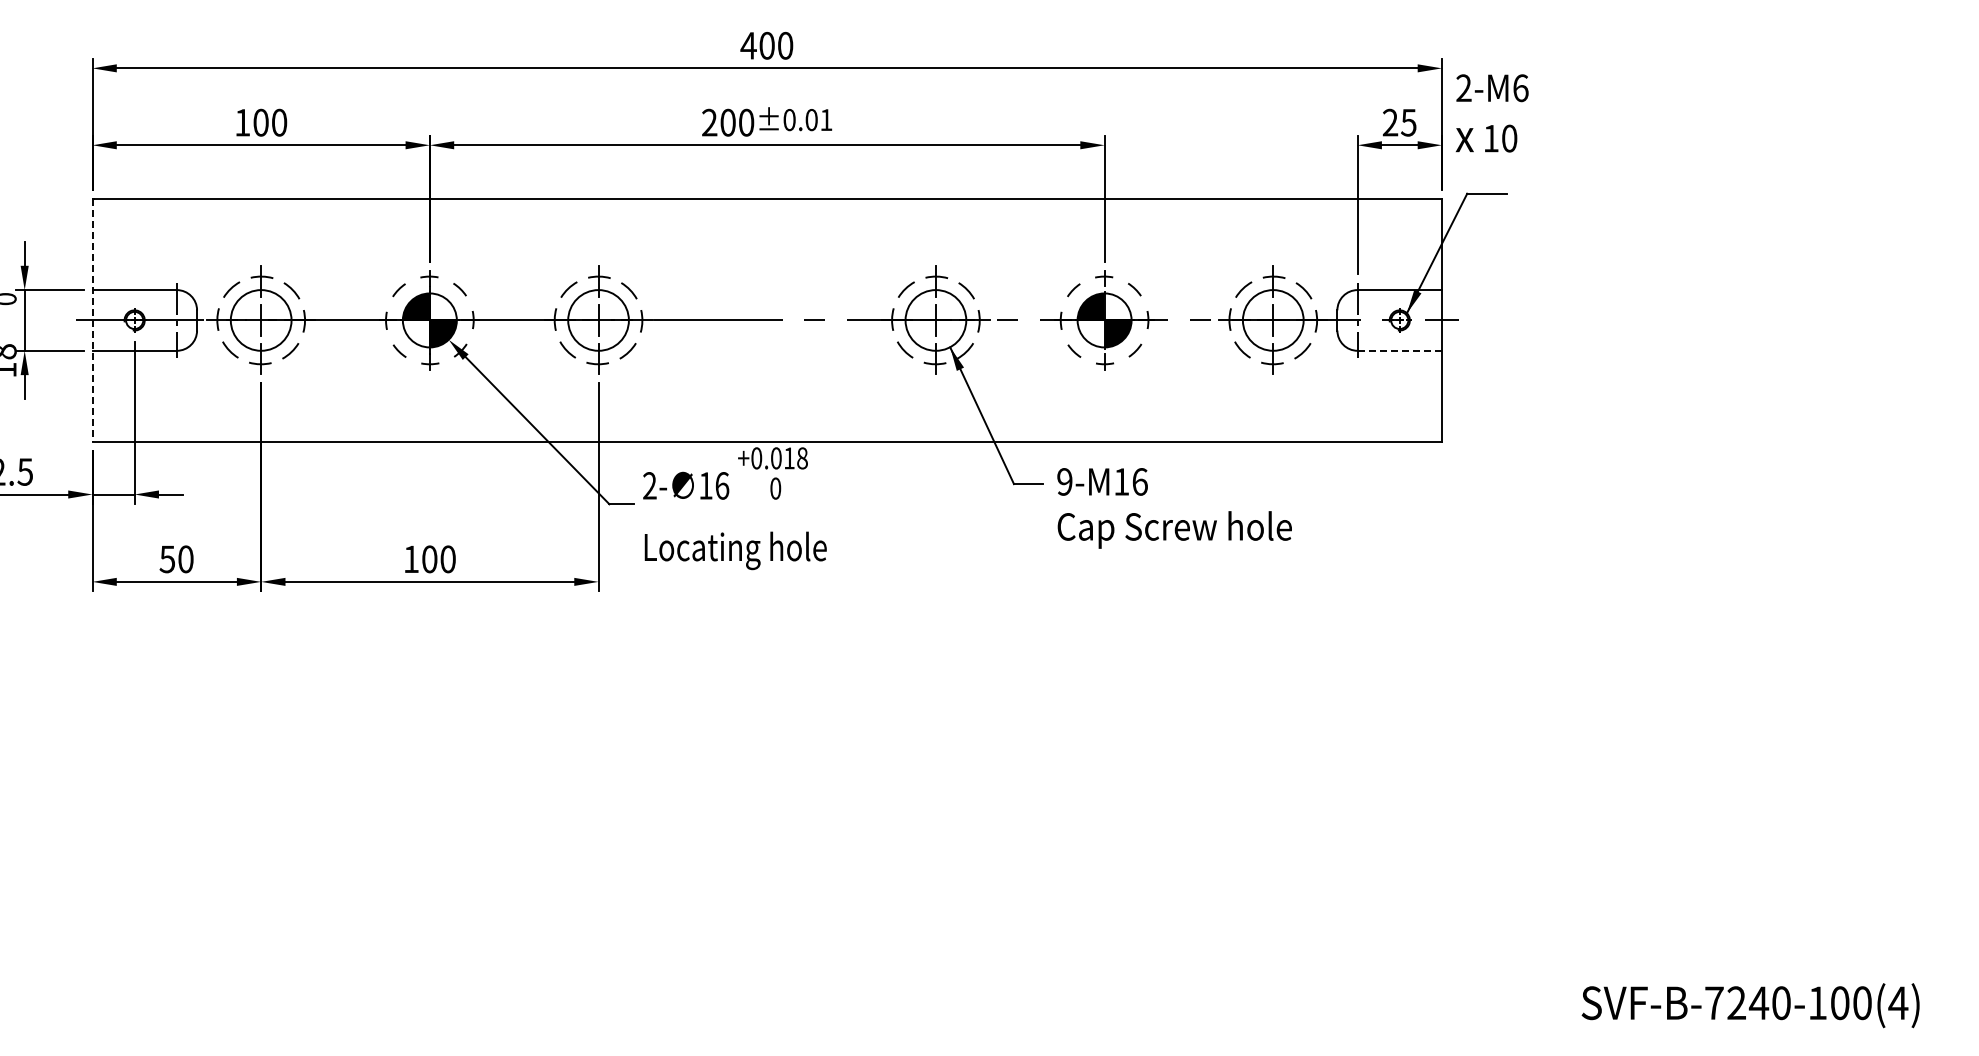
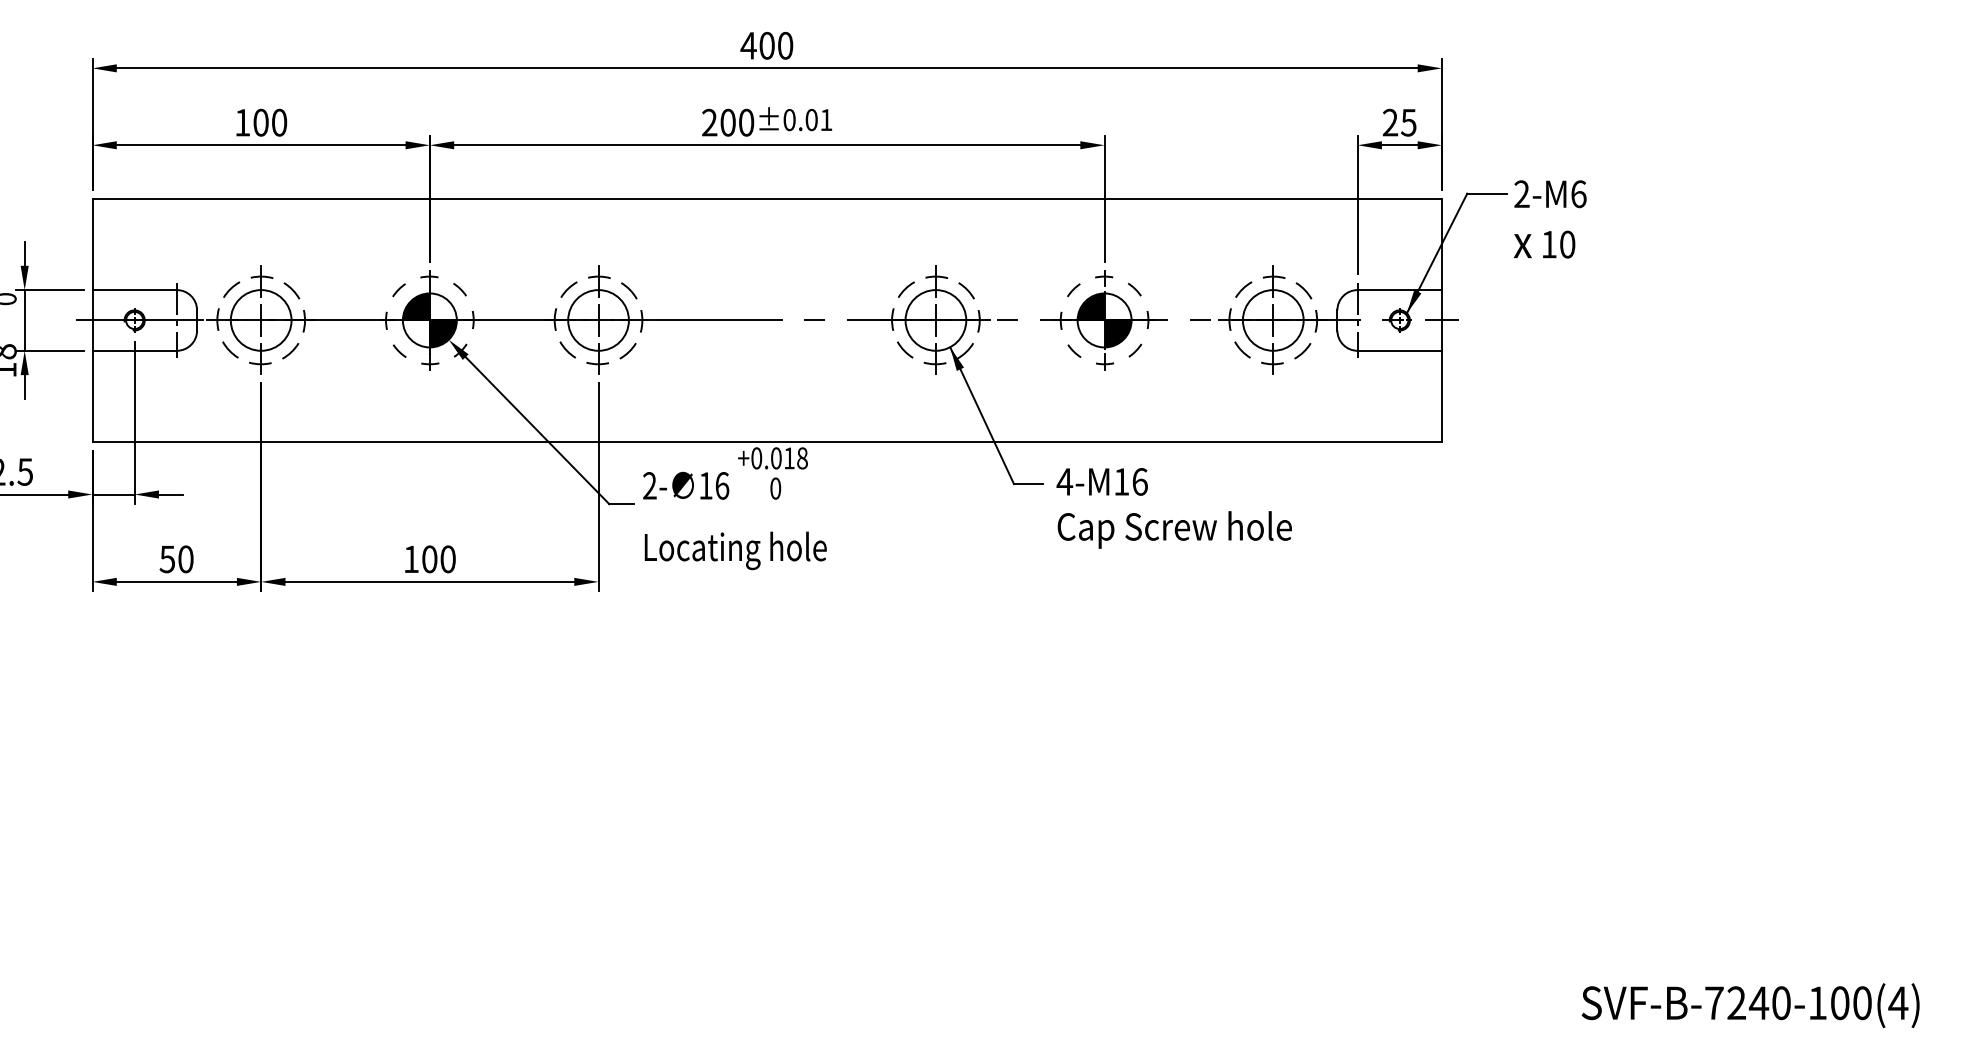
text at (1491, 113) position: (1491, 113) -> (1549, 219)
line at (92, 320): dashed -> solid
line at (1400, 350): dashed -> solid
text at (1064, 481): 9-M16 -> 4-M16
